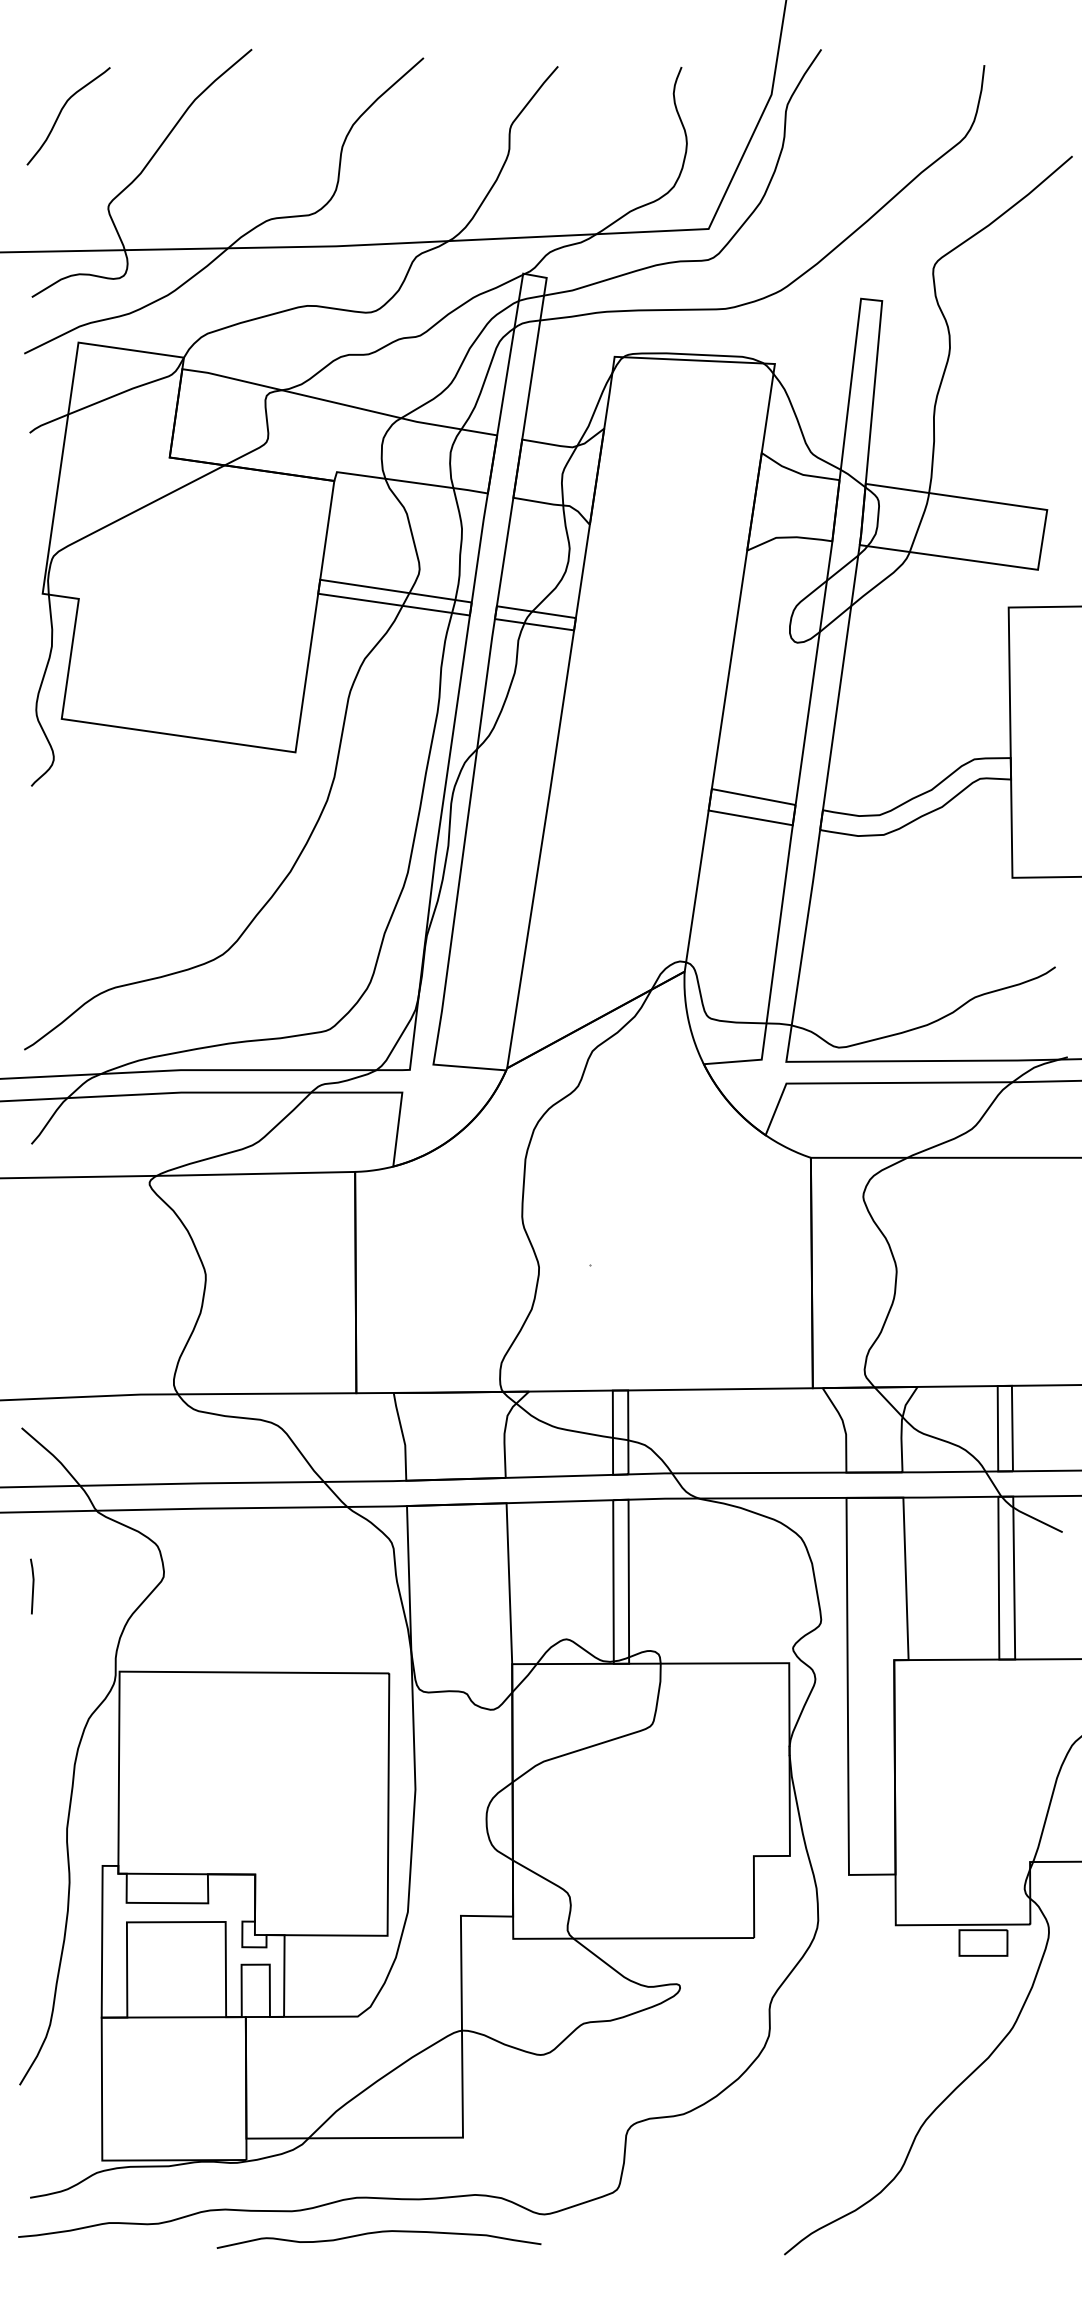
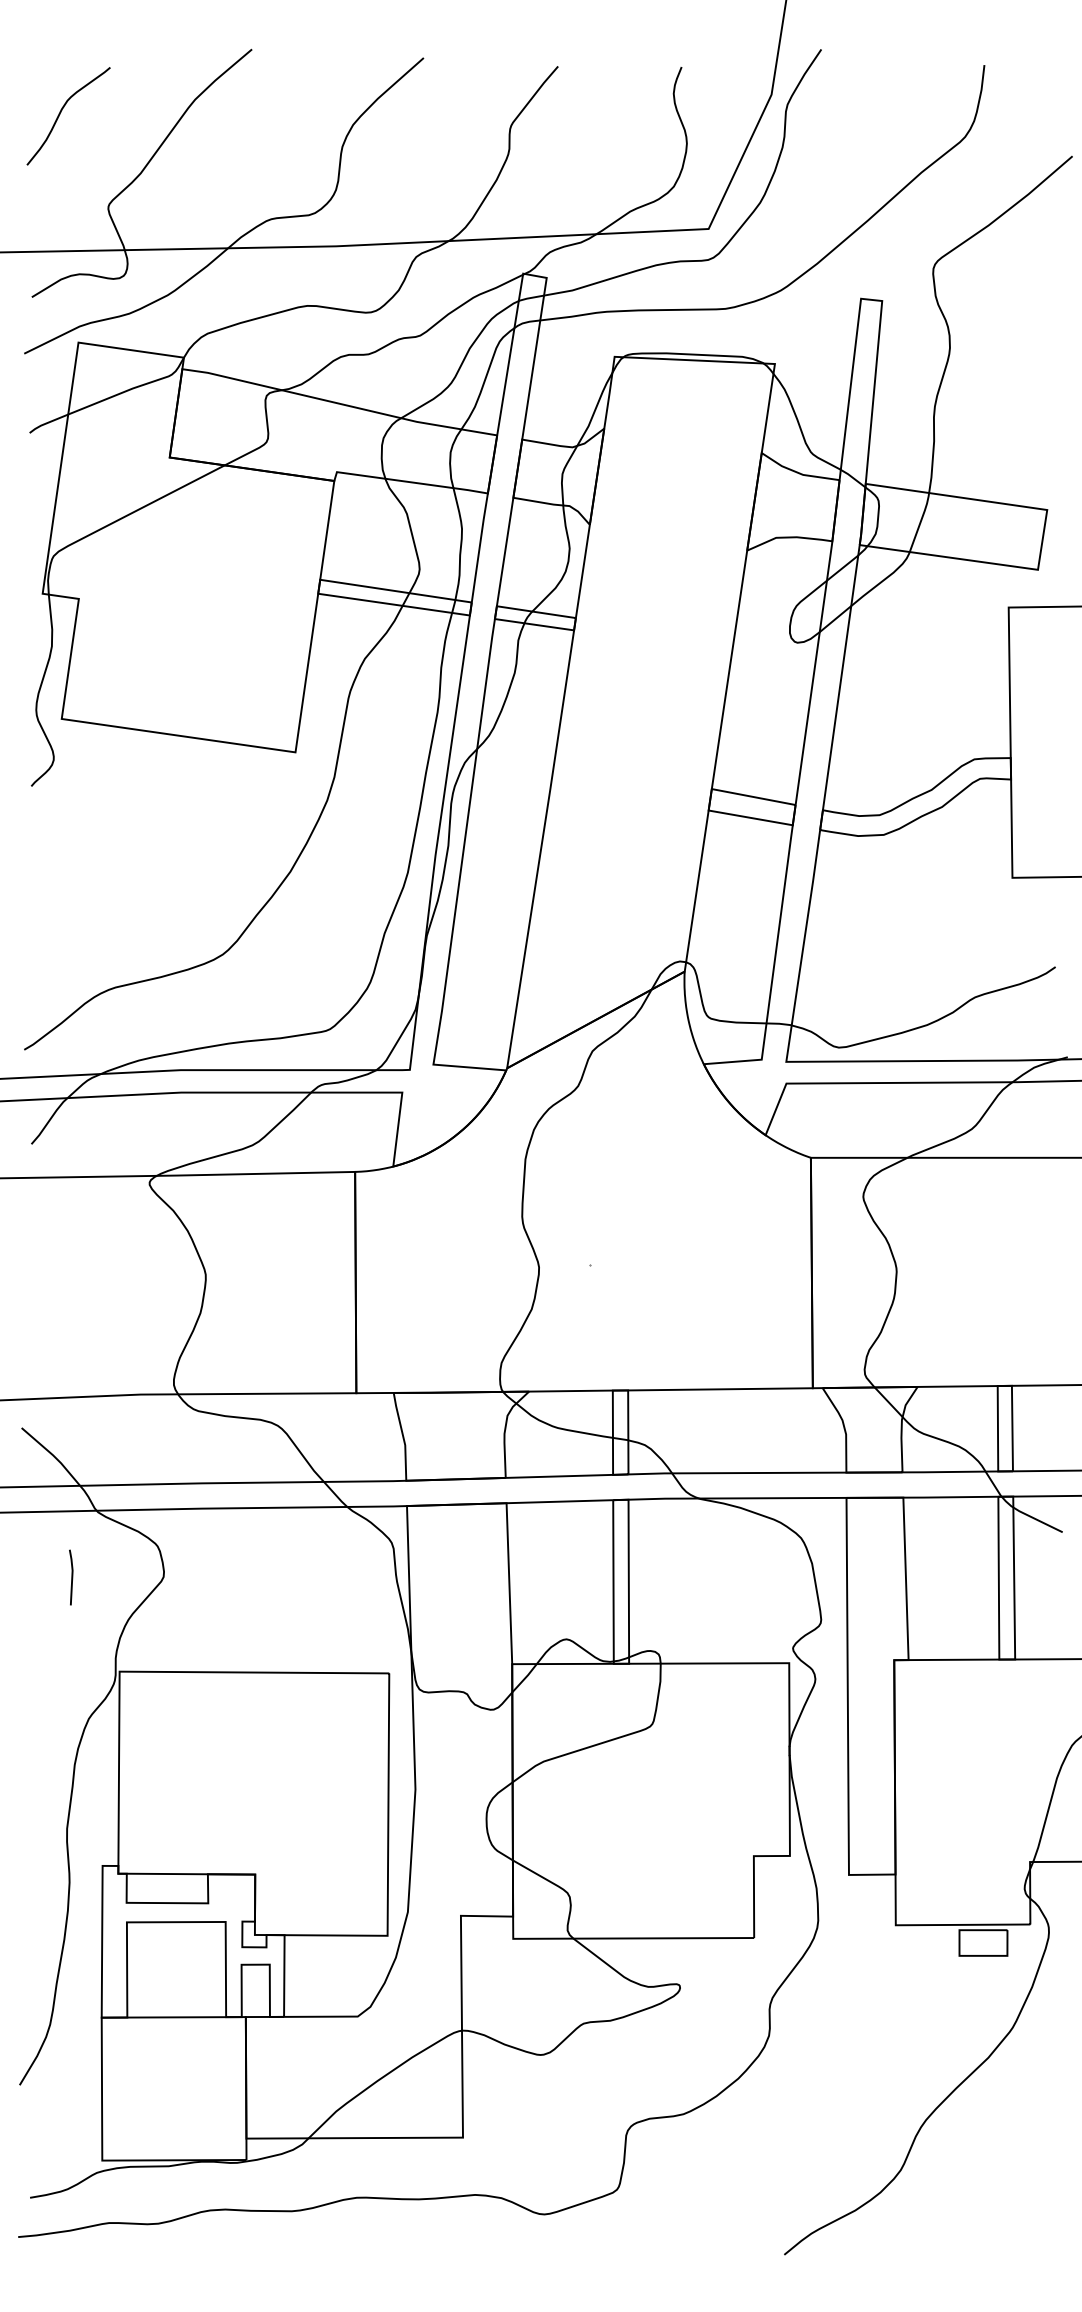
line at (32, 1586) position: (32, 1586) -> (71, 1577)
curve at (377, 2233): present -> none
